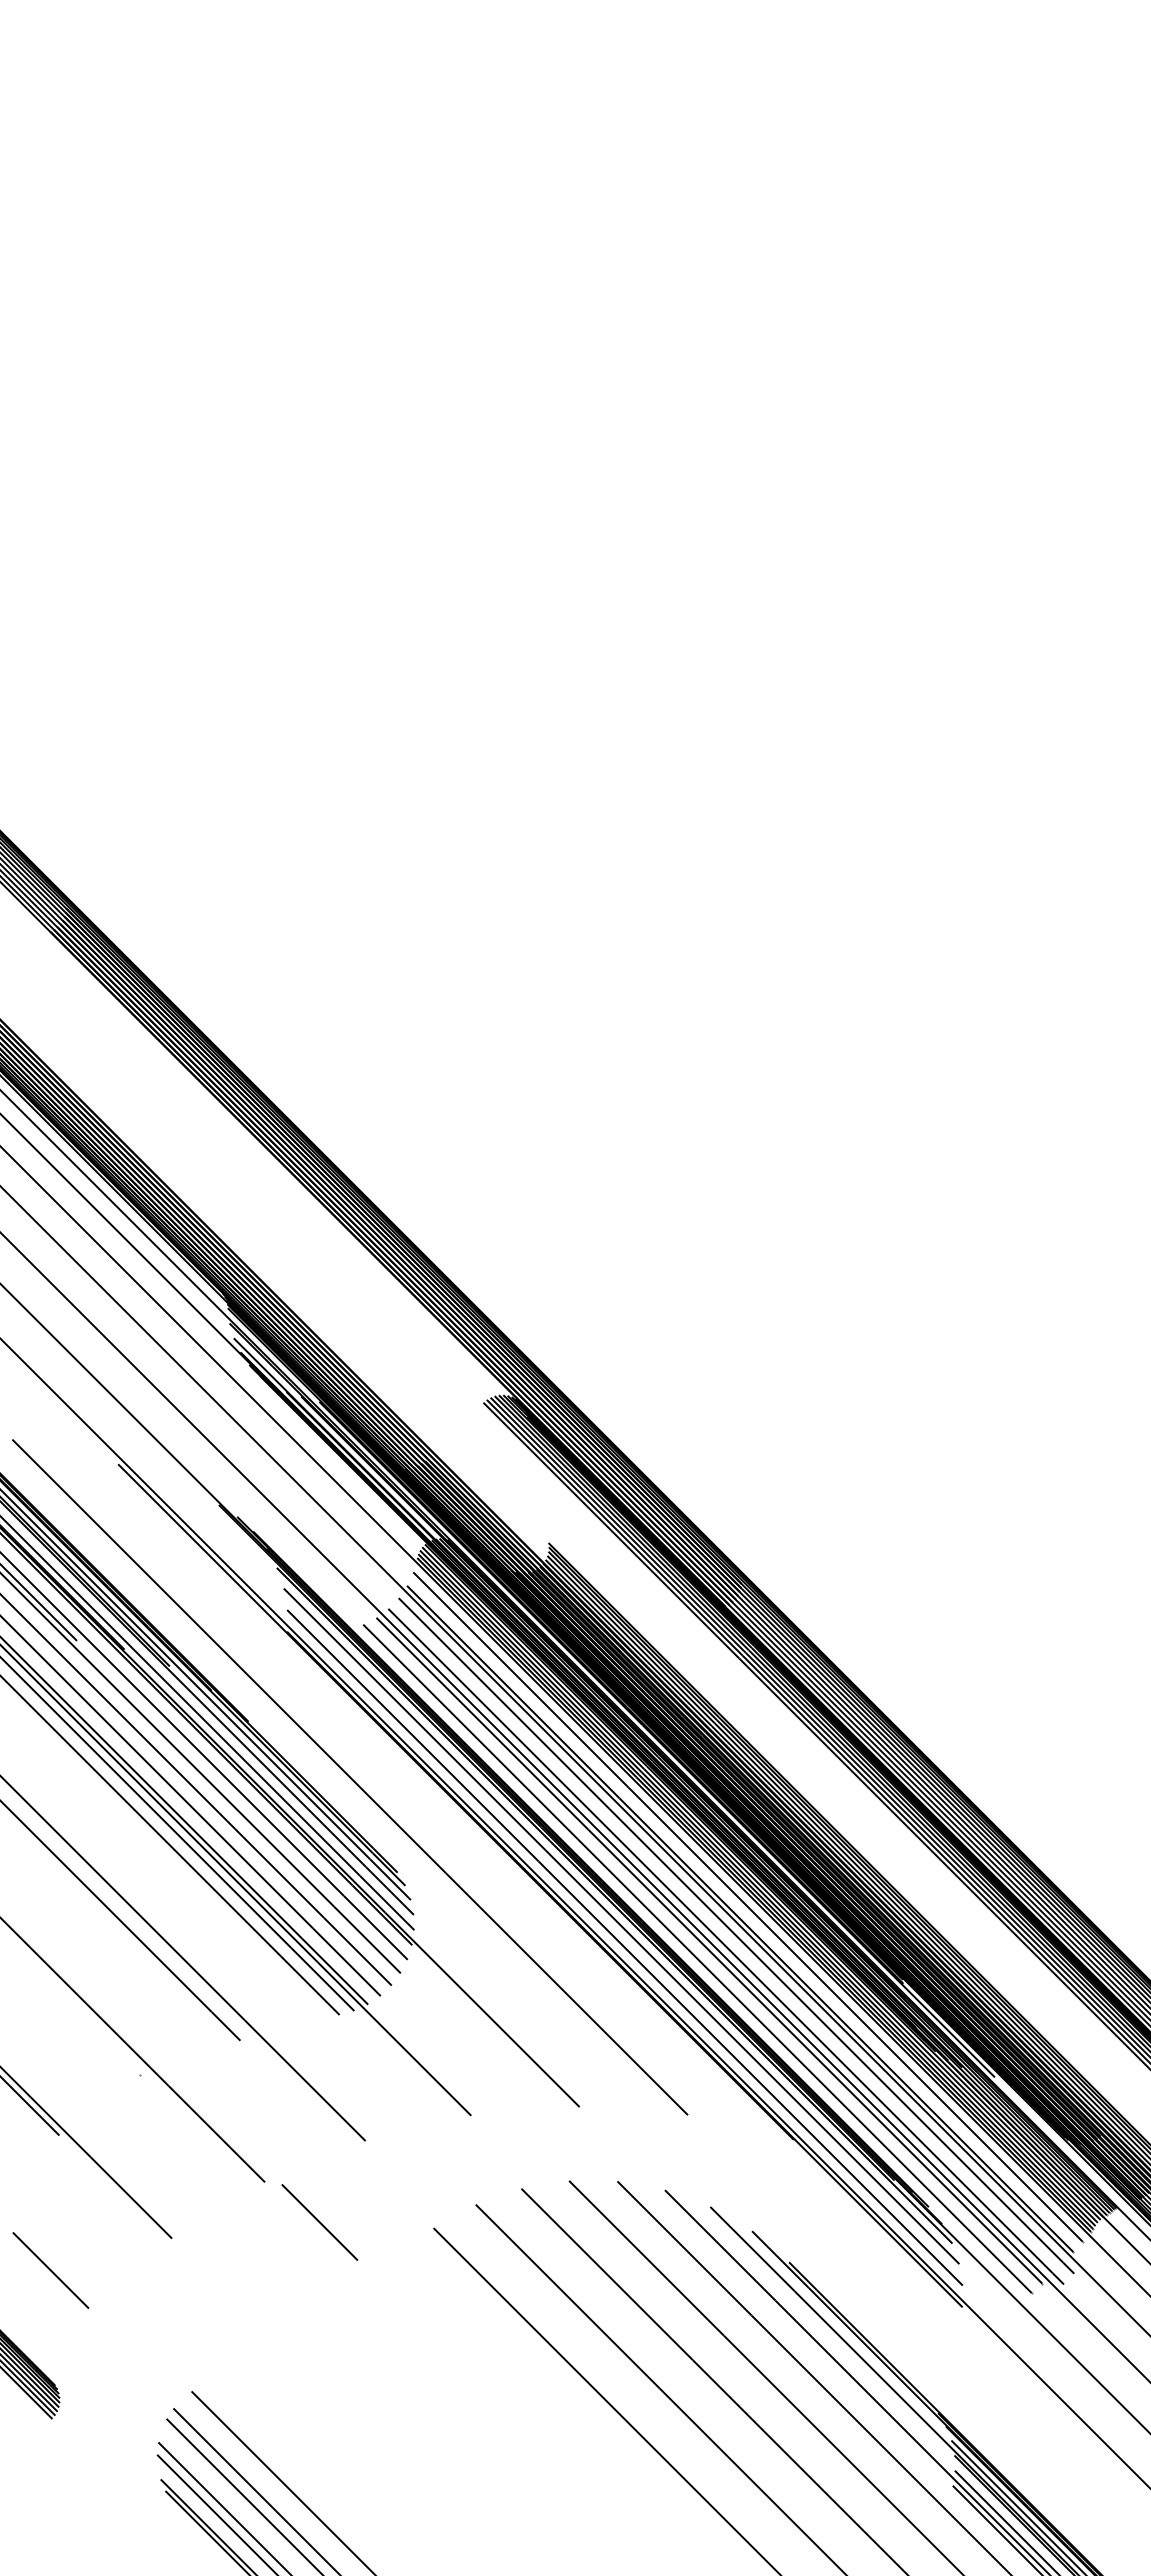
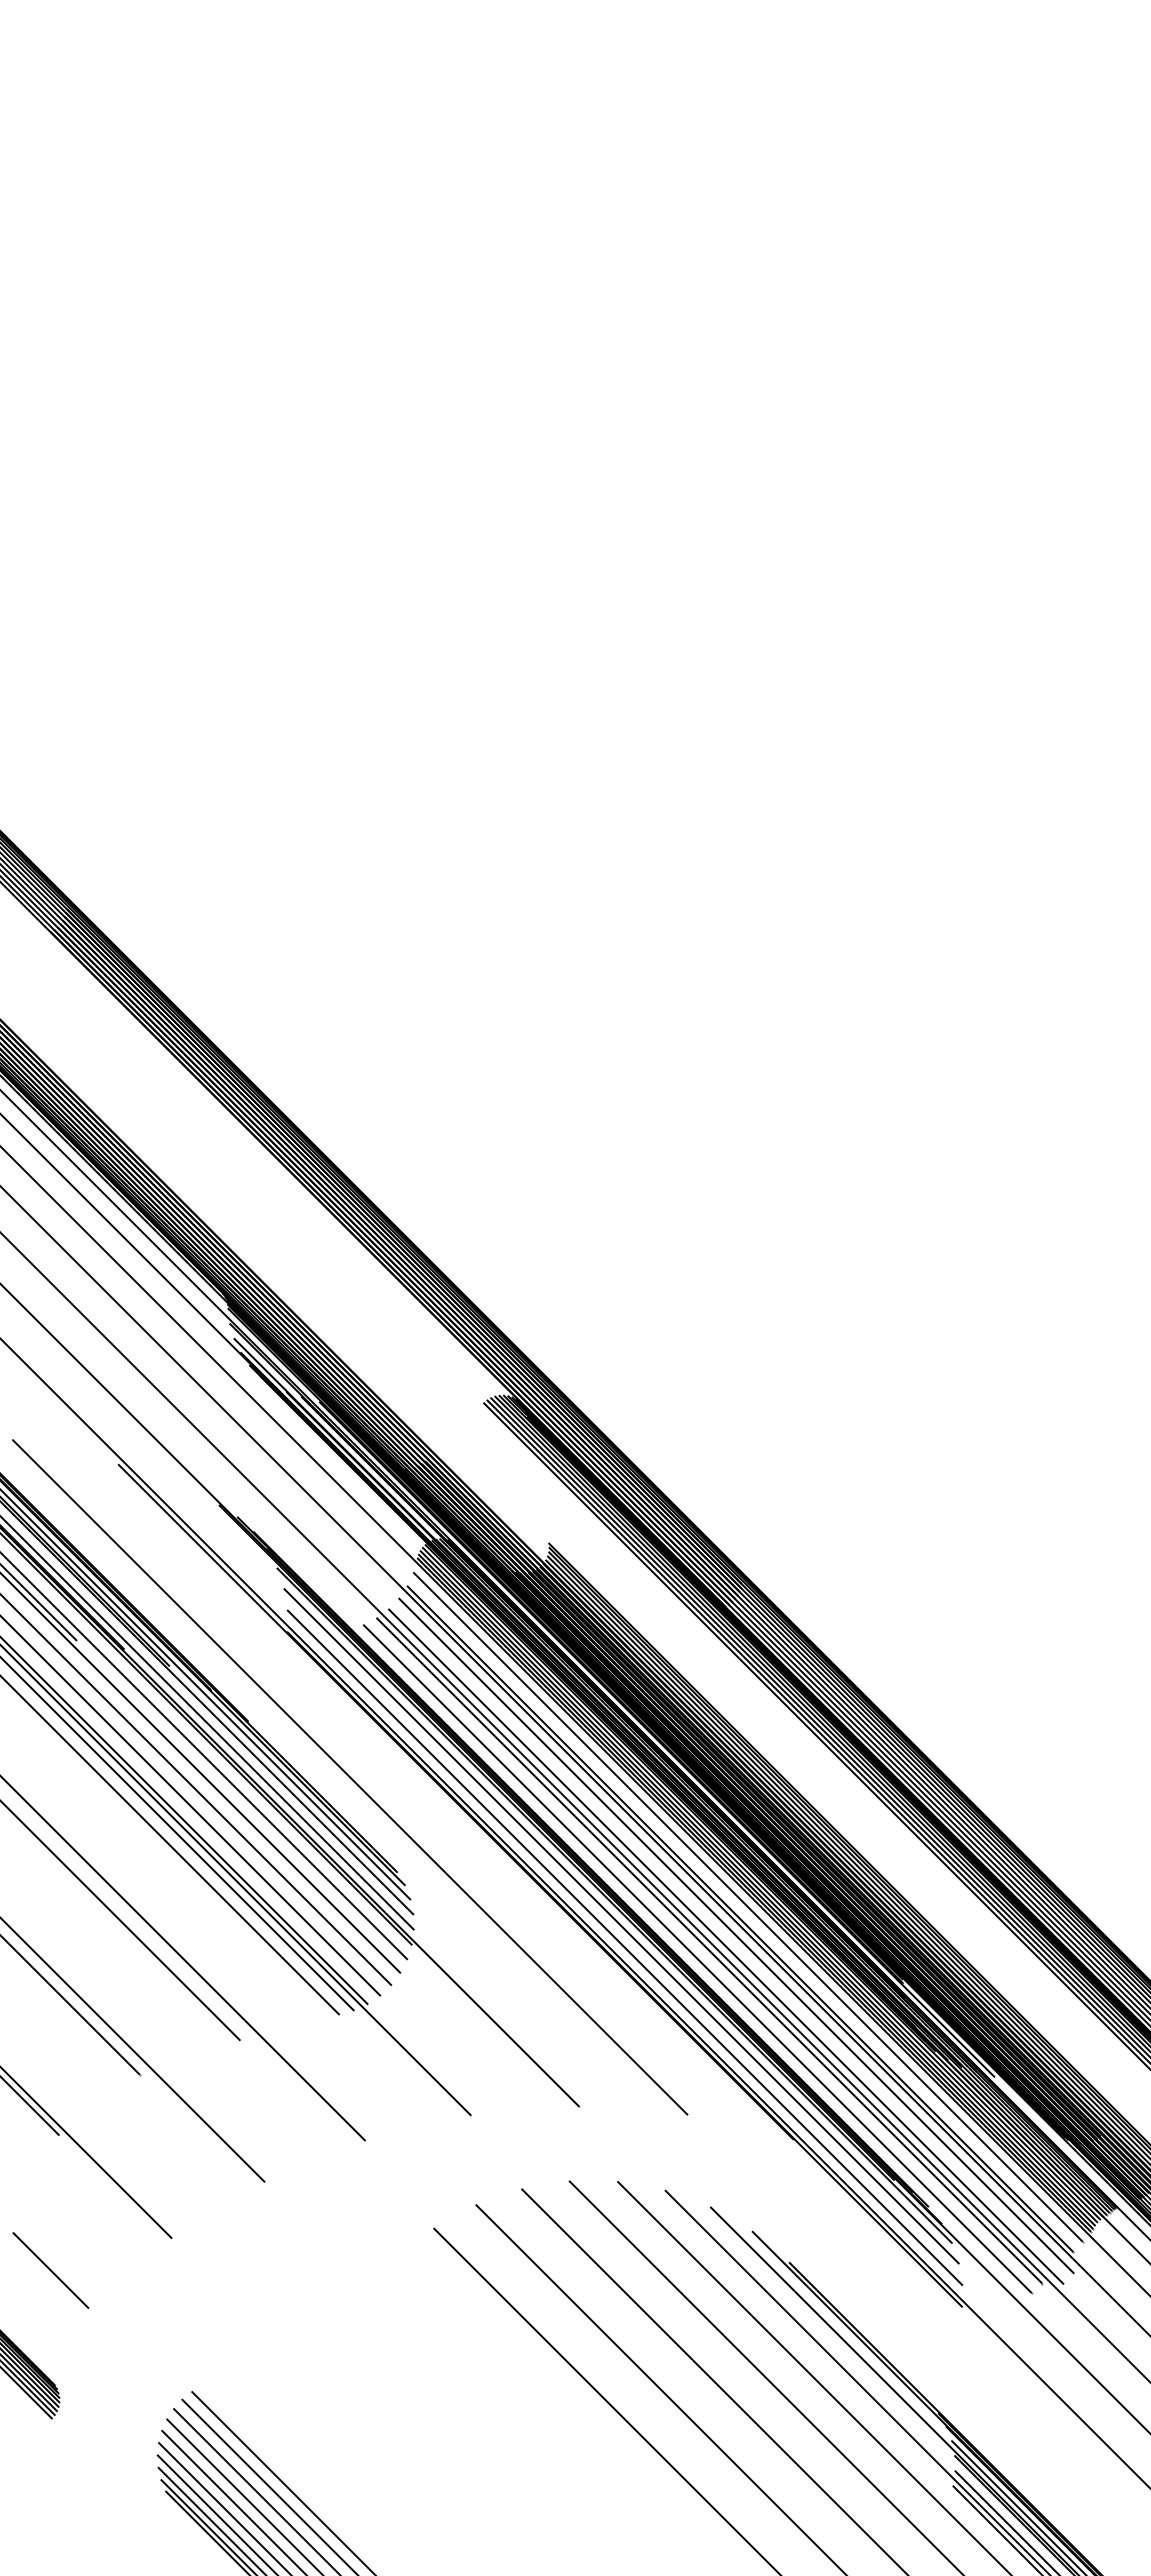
line at (70, 2005): none -> present
line at (319, 2222): present -> none
line at (268, 2485): none -> present
line at (232, 2501): none -> present
line at (210, 2519): none -> present
